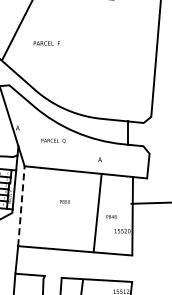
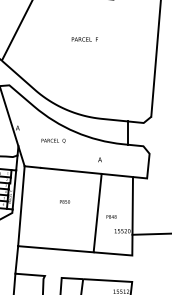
text at (46, 43) position: (46, 43) -> (84, 39)
line at (149, 202) position: (149, 202) -> (150, 233)
line at (21, 205): dashed -> solid
